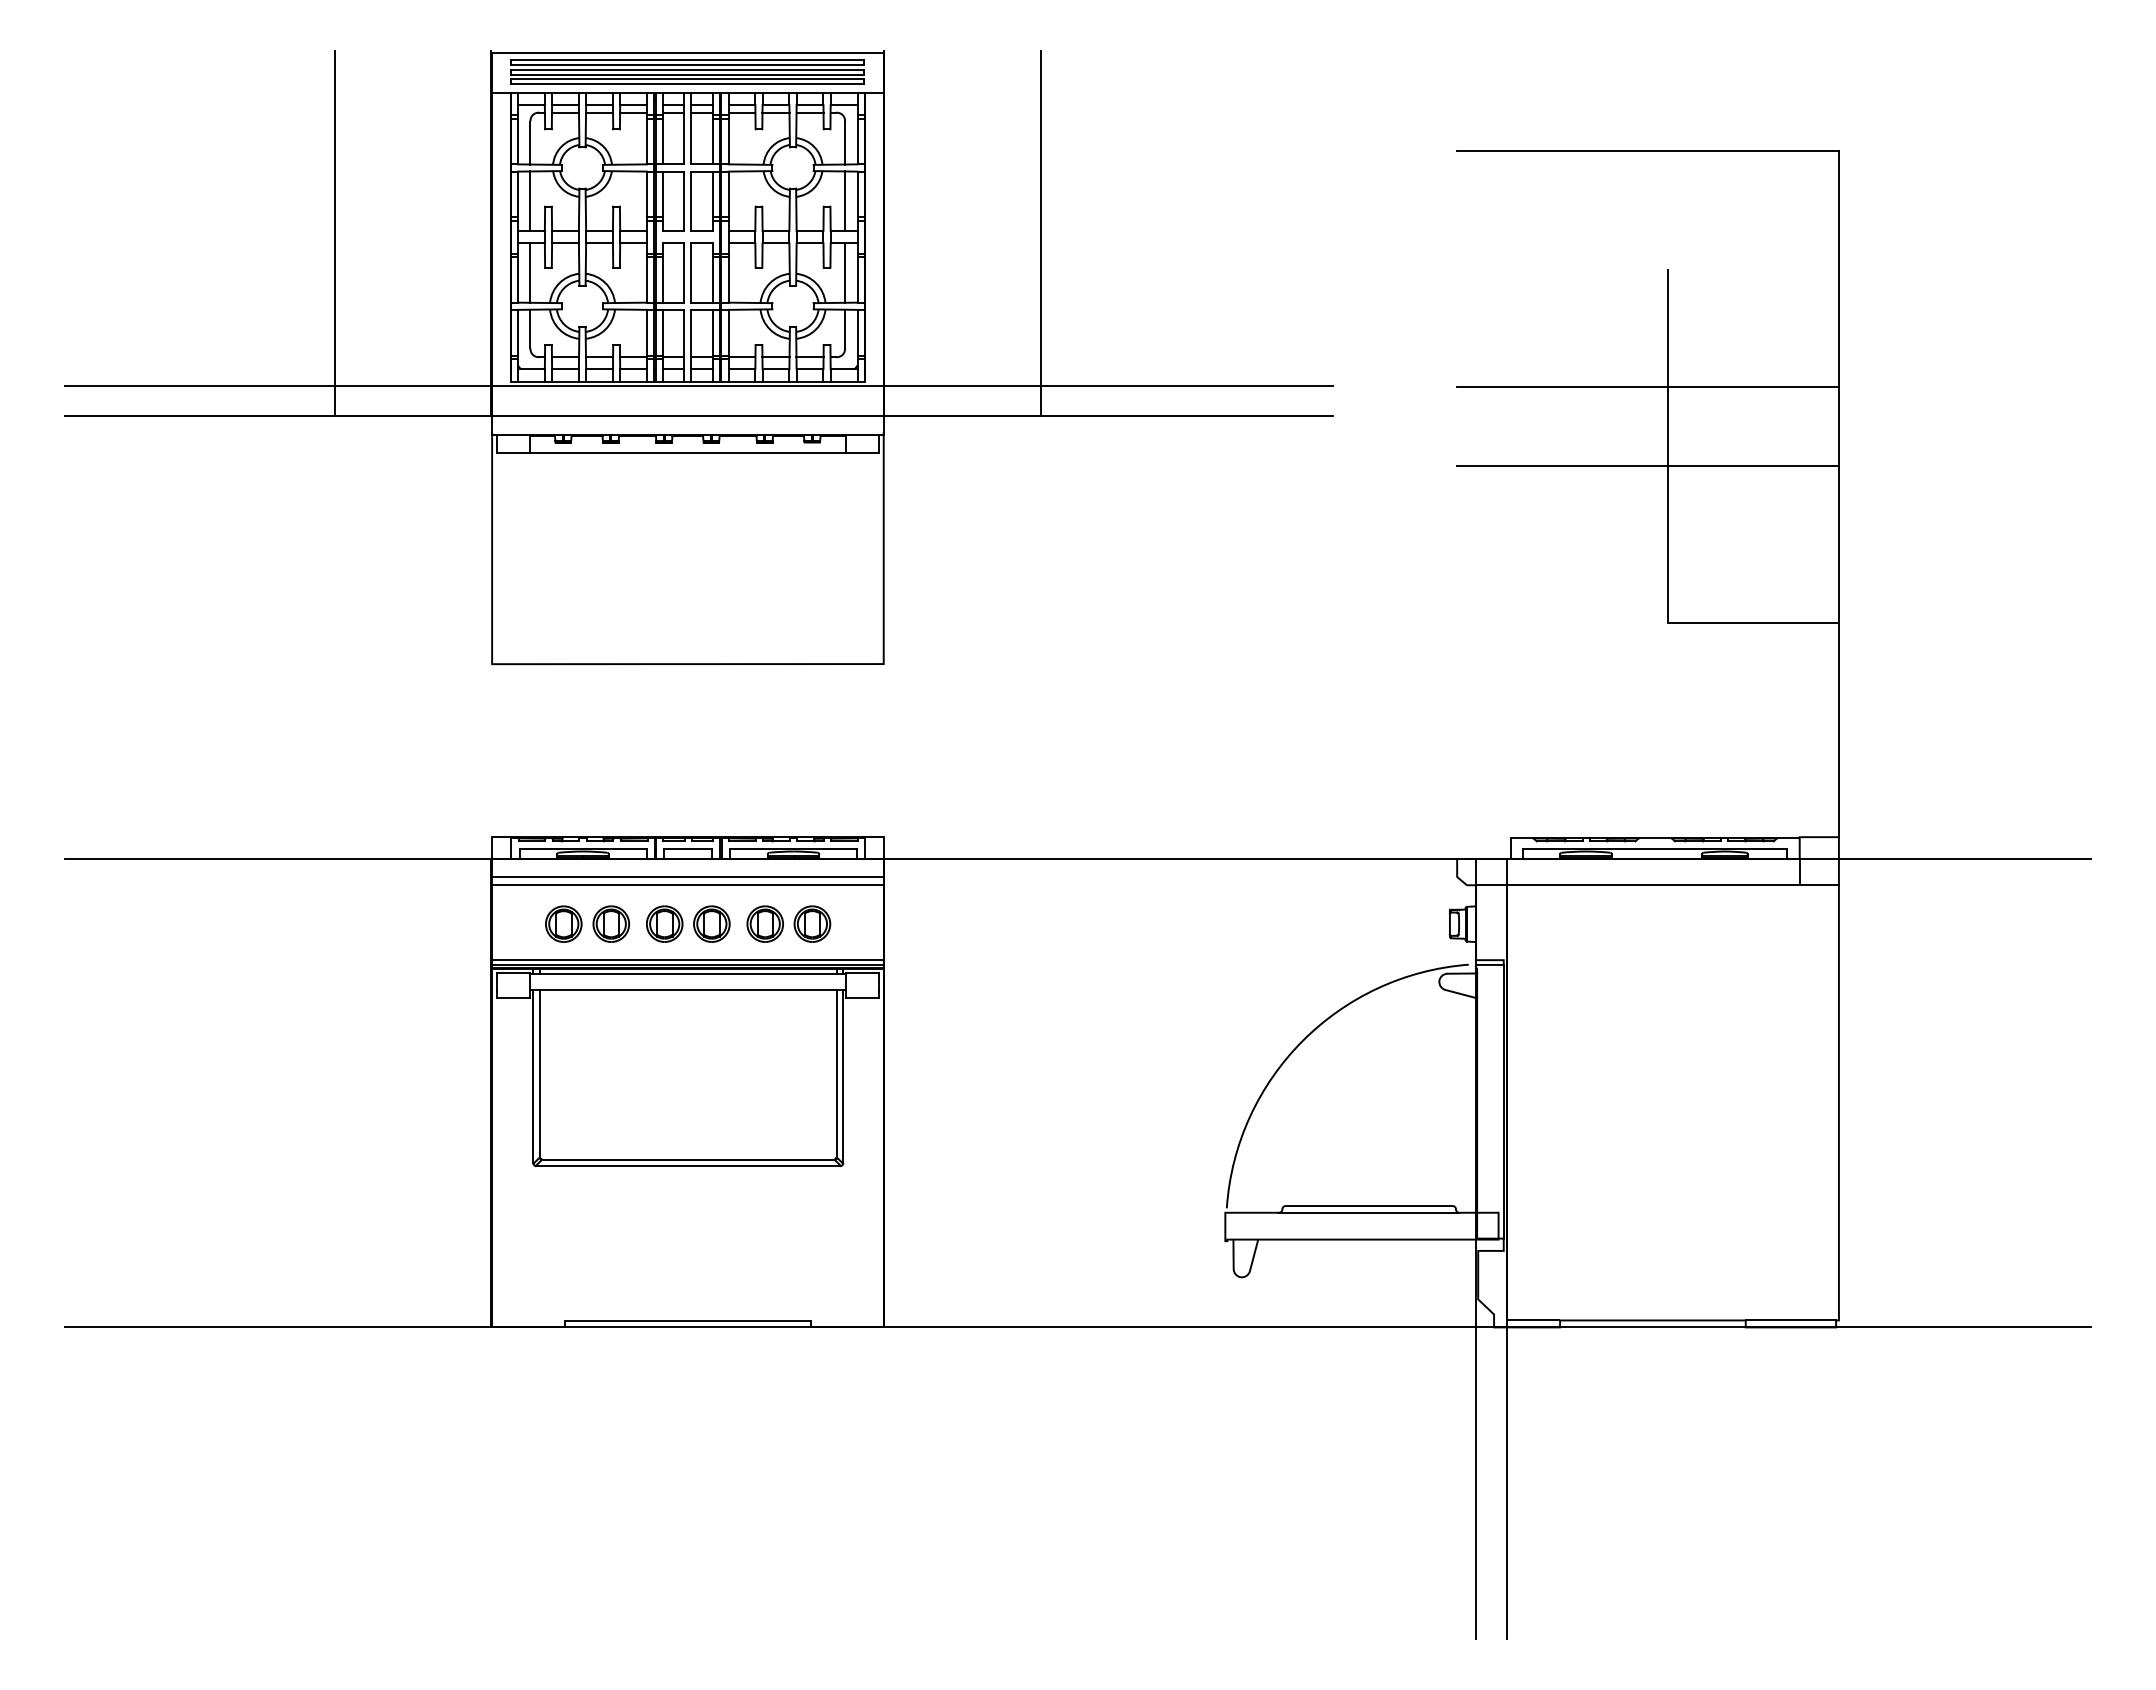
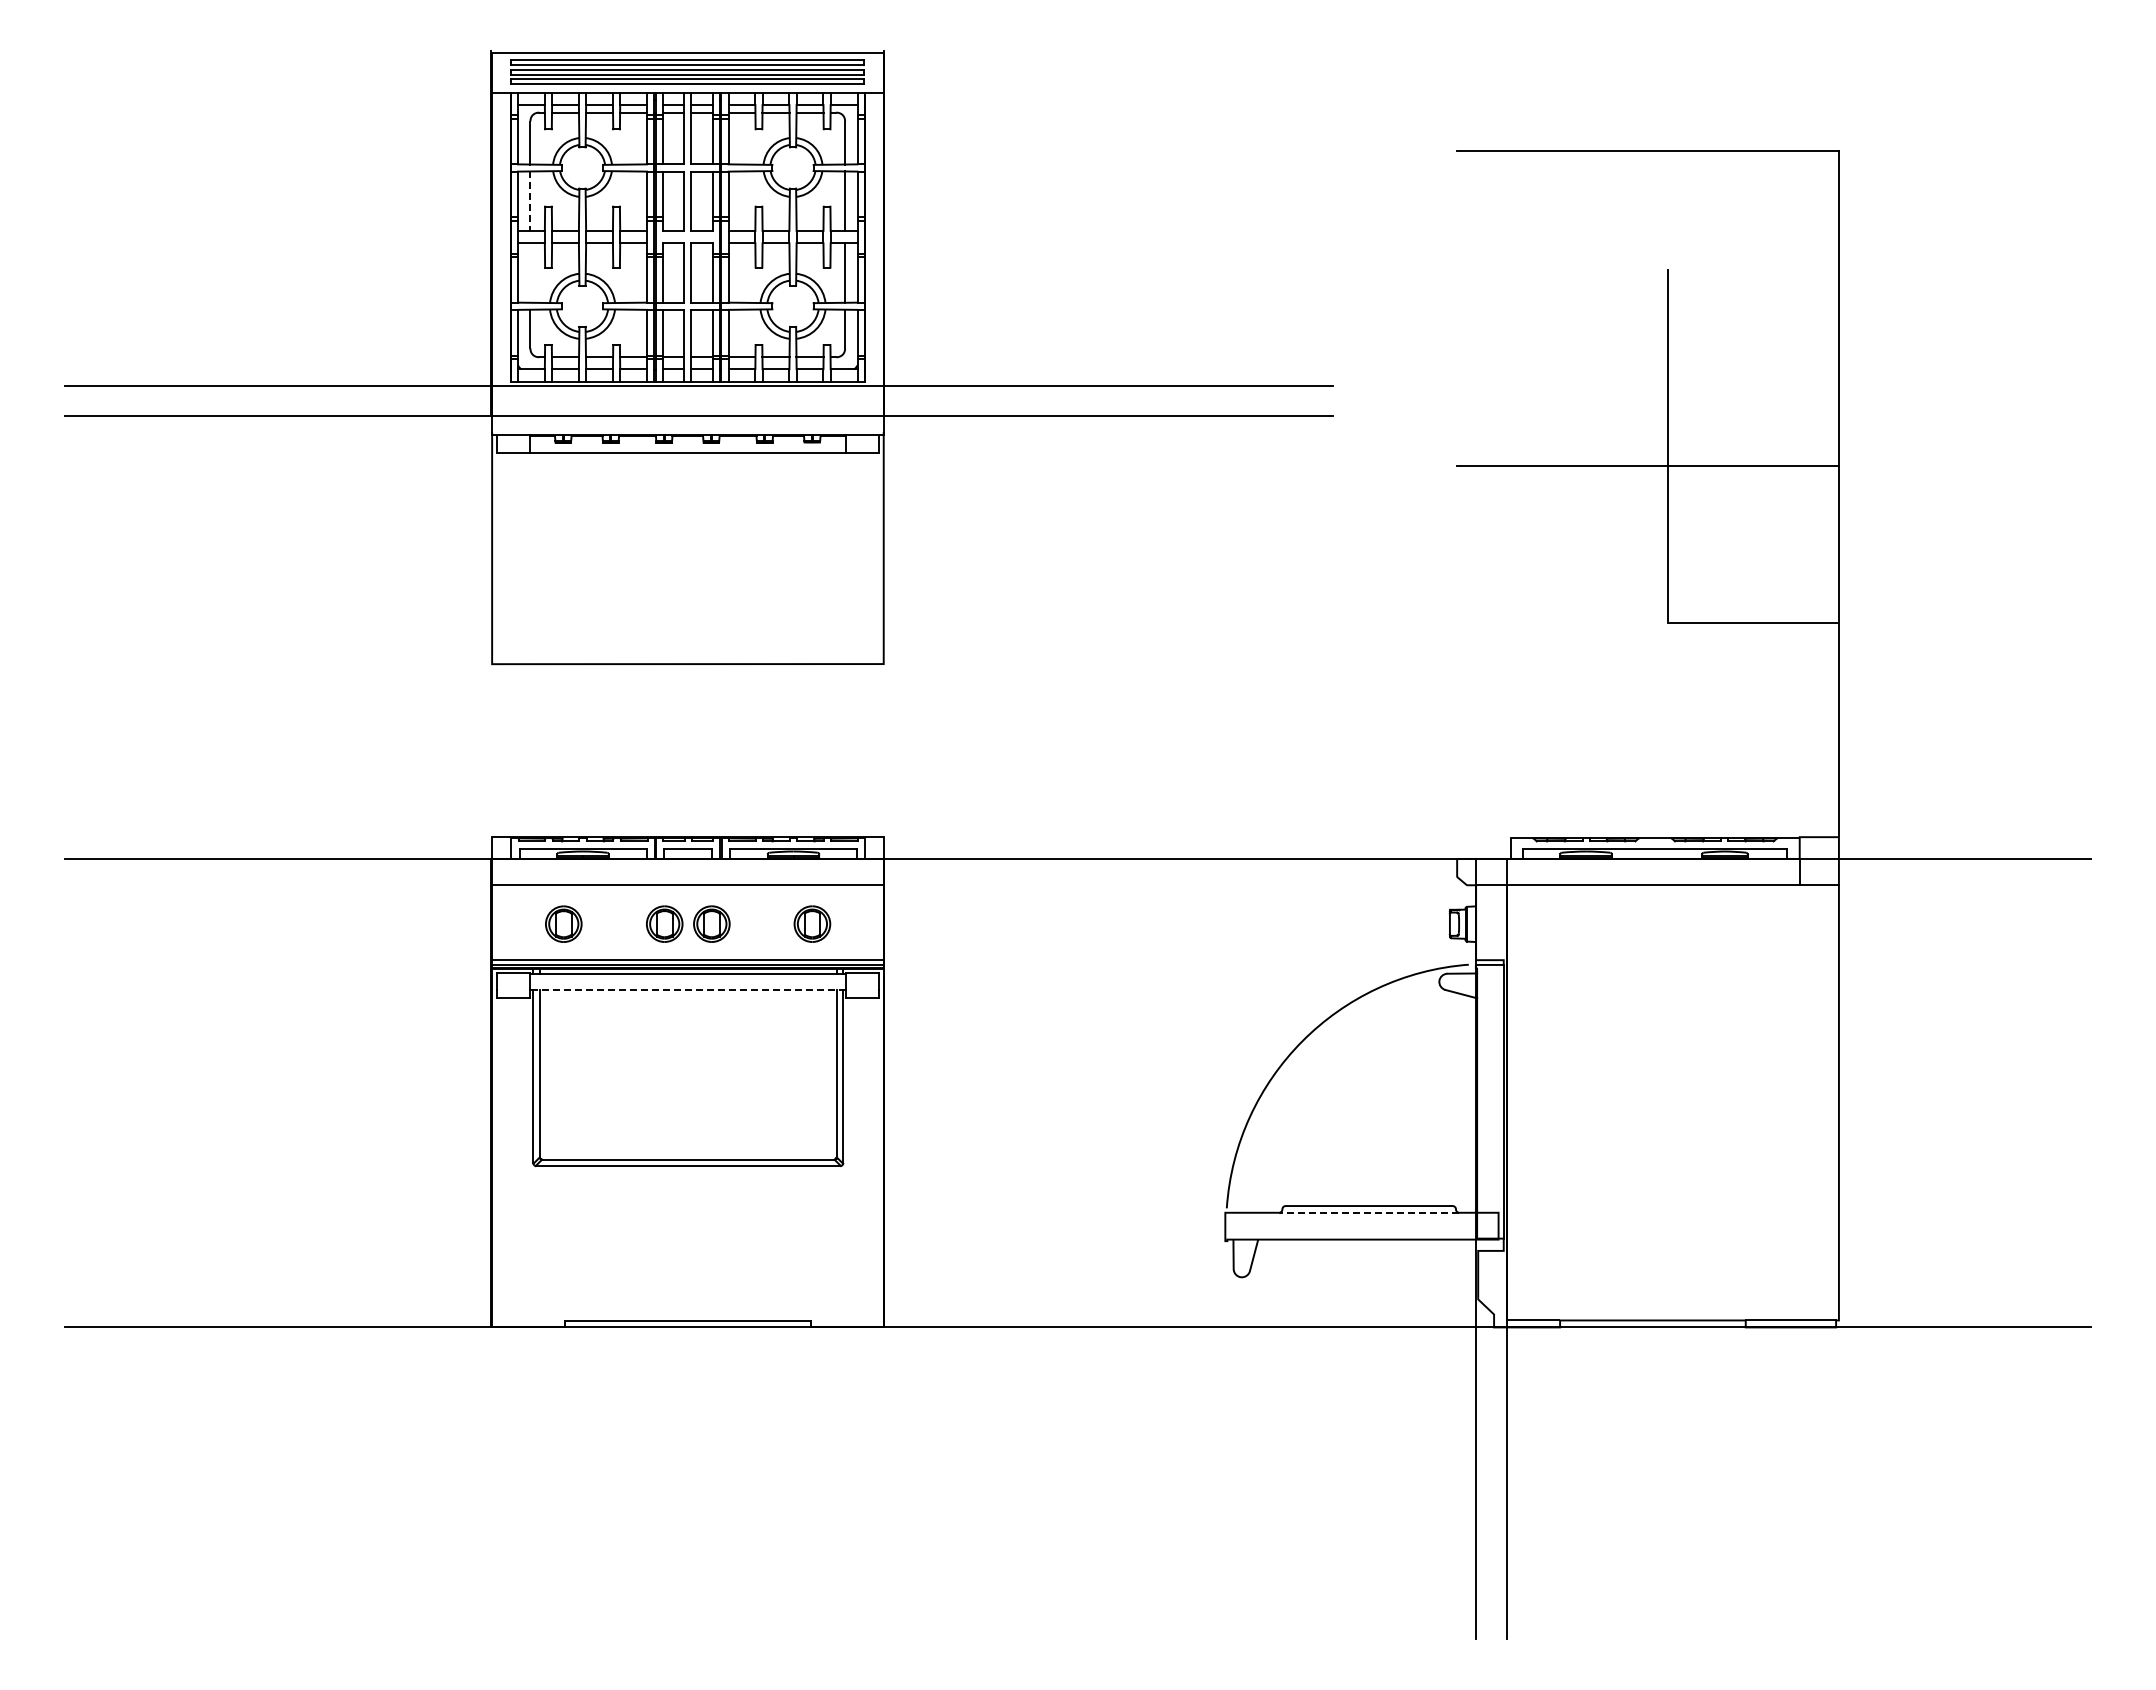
line at (530, 201): solid -> dashed
line at (334, 231): present -> none
line at (1040, 231): present -> none
line at (530, 272): present -> none
line at (1647, 387): present -> none
line at (688, 877): present -> none
part at (611, 923): present -> none
part at (764, 923): present -> none
line at (687, 990): solid -> dashed
line at (1368, 1212): solid -> dashed
